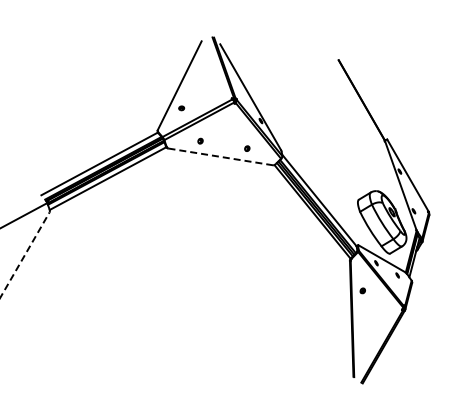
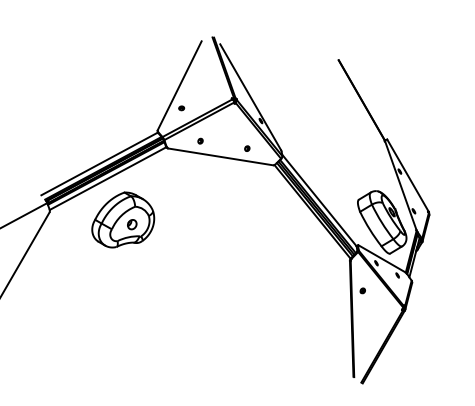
line at (221, 157): dashed -> solid
part at (123, 219): none -> present
line at (25, 254): dashed -> solid
